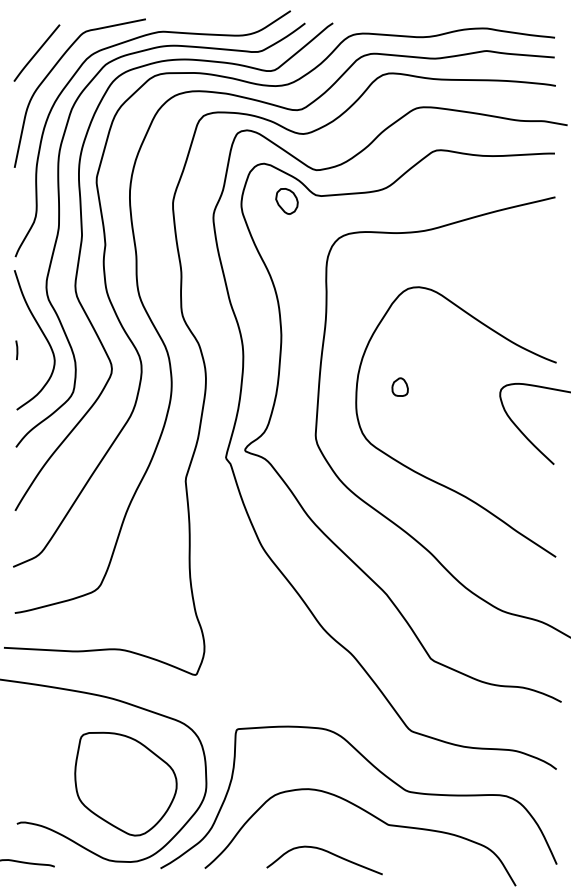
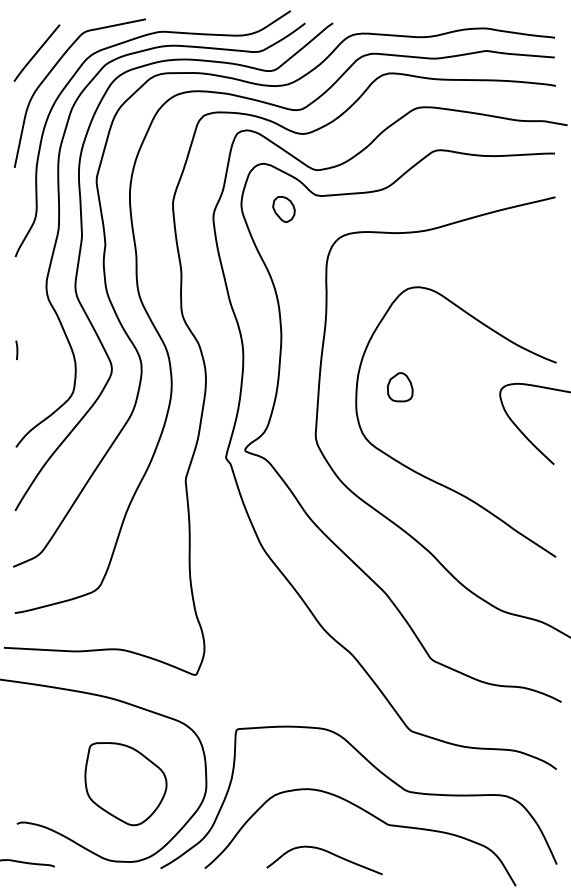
part at (286, 201) position: (286, 201) -> (283, 209)
curve at (42, 334): present -> none
part at (399, 386) size: 18x20 px -> 27x31 px
part at (125, 783) size: 104x106 px -> 84x85 px
